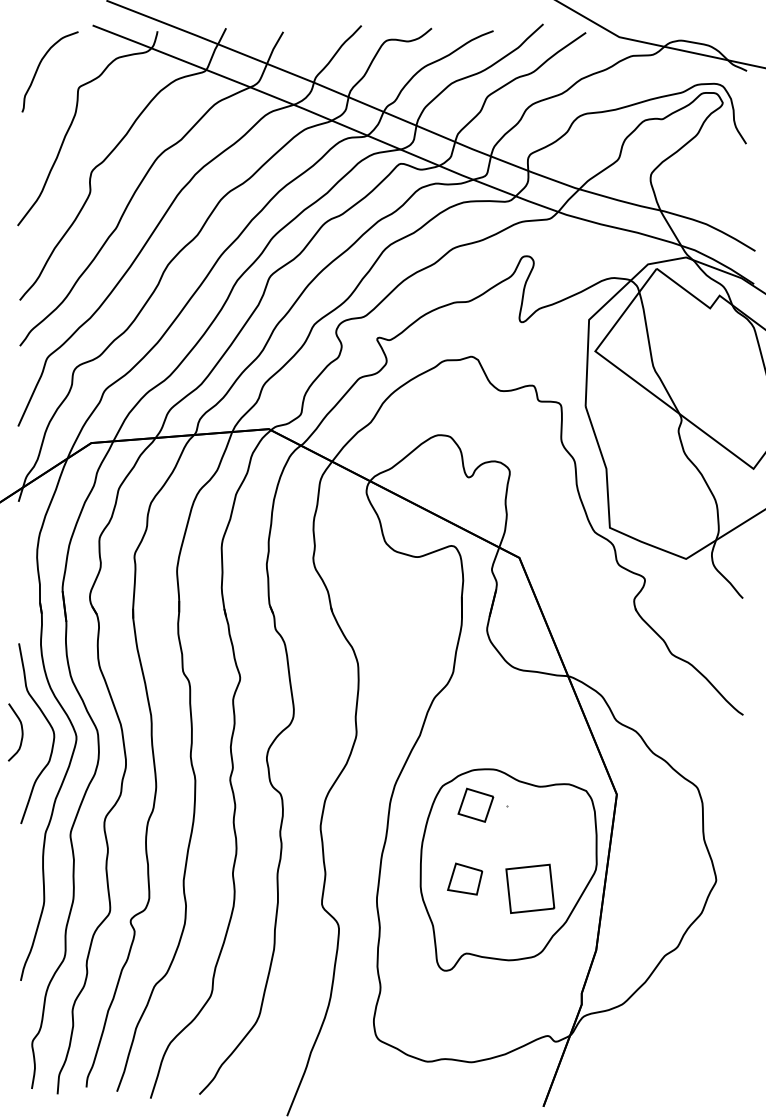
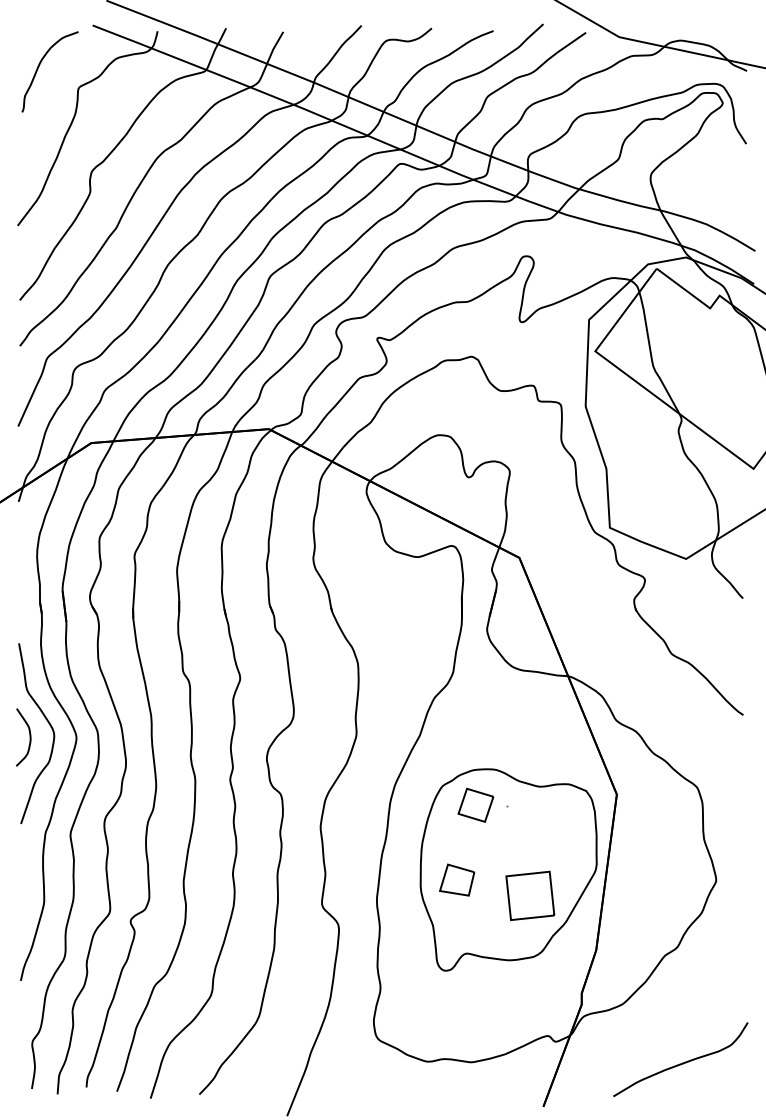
curve at (21, 732) position: (21, 732) -> (29, 737)
part at (465, 878) position: (465, 878) -> (457, 879)
part at (530, 888) position: (530, 888) -> (530, 895)
curve at (682, 1062): none -> present
